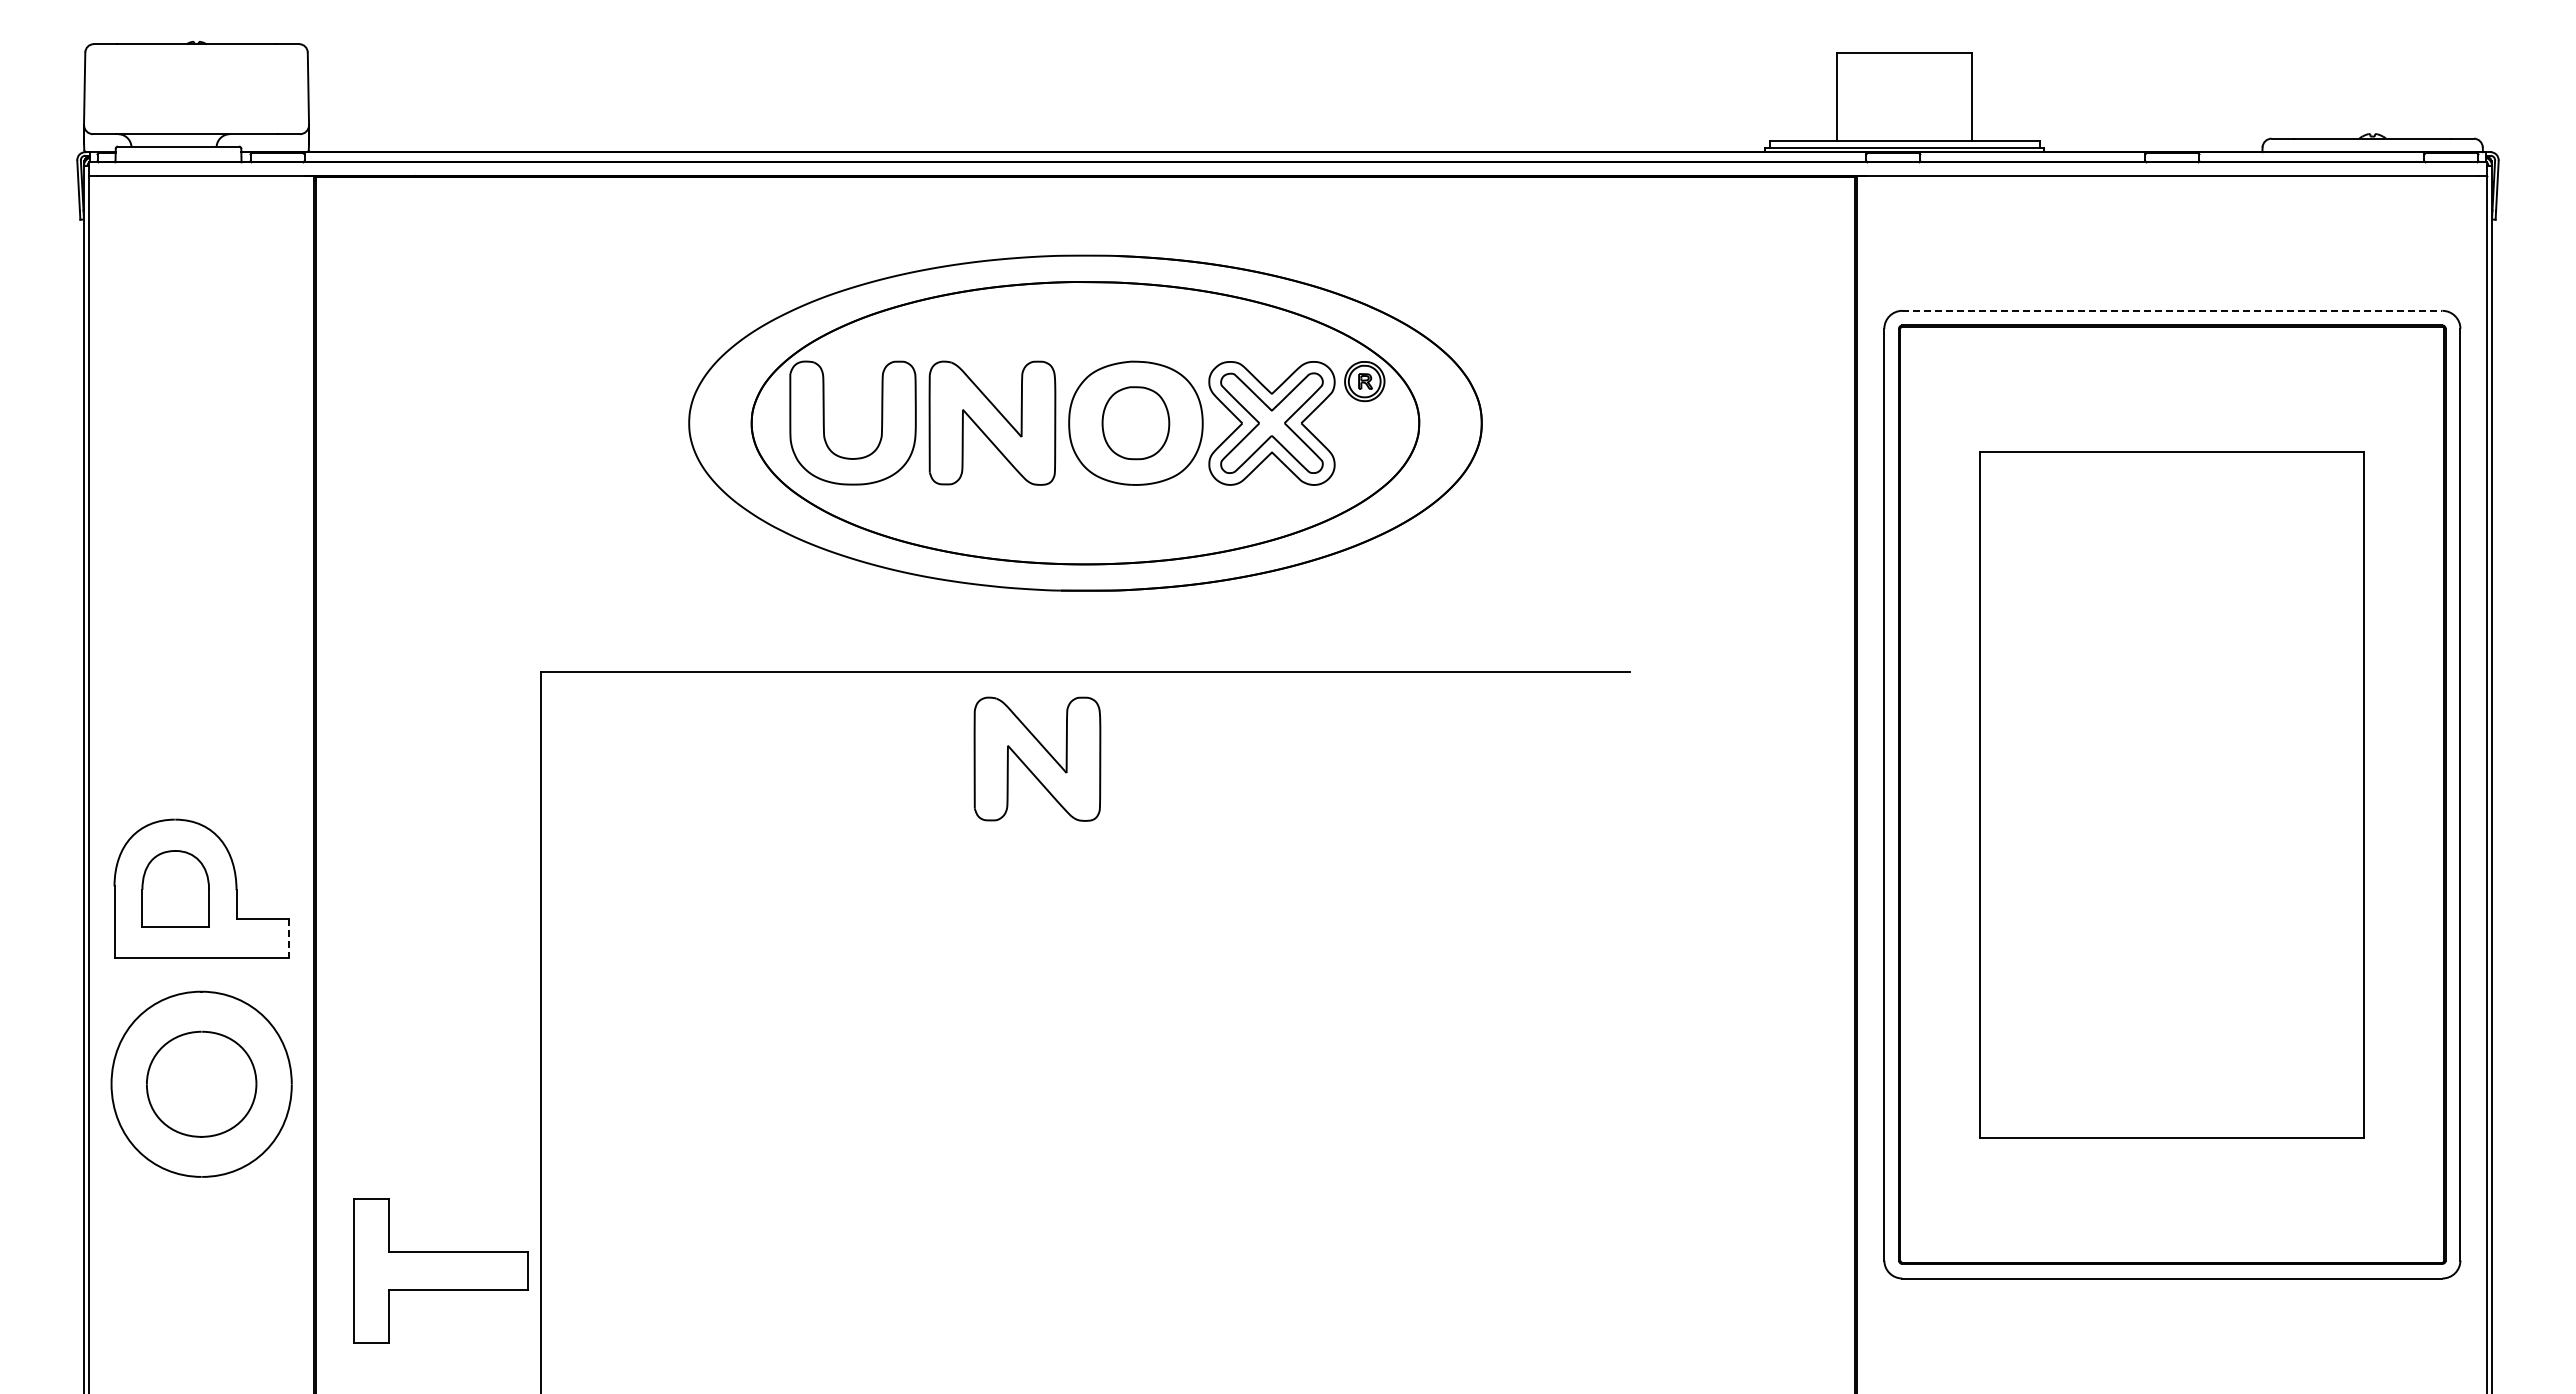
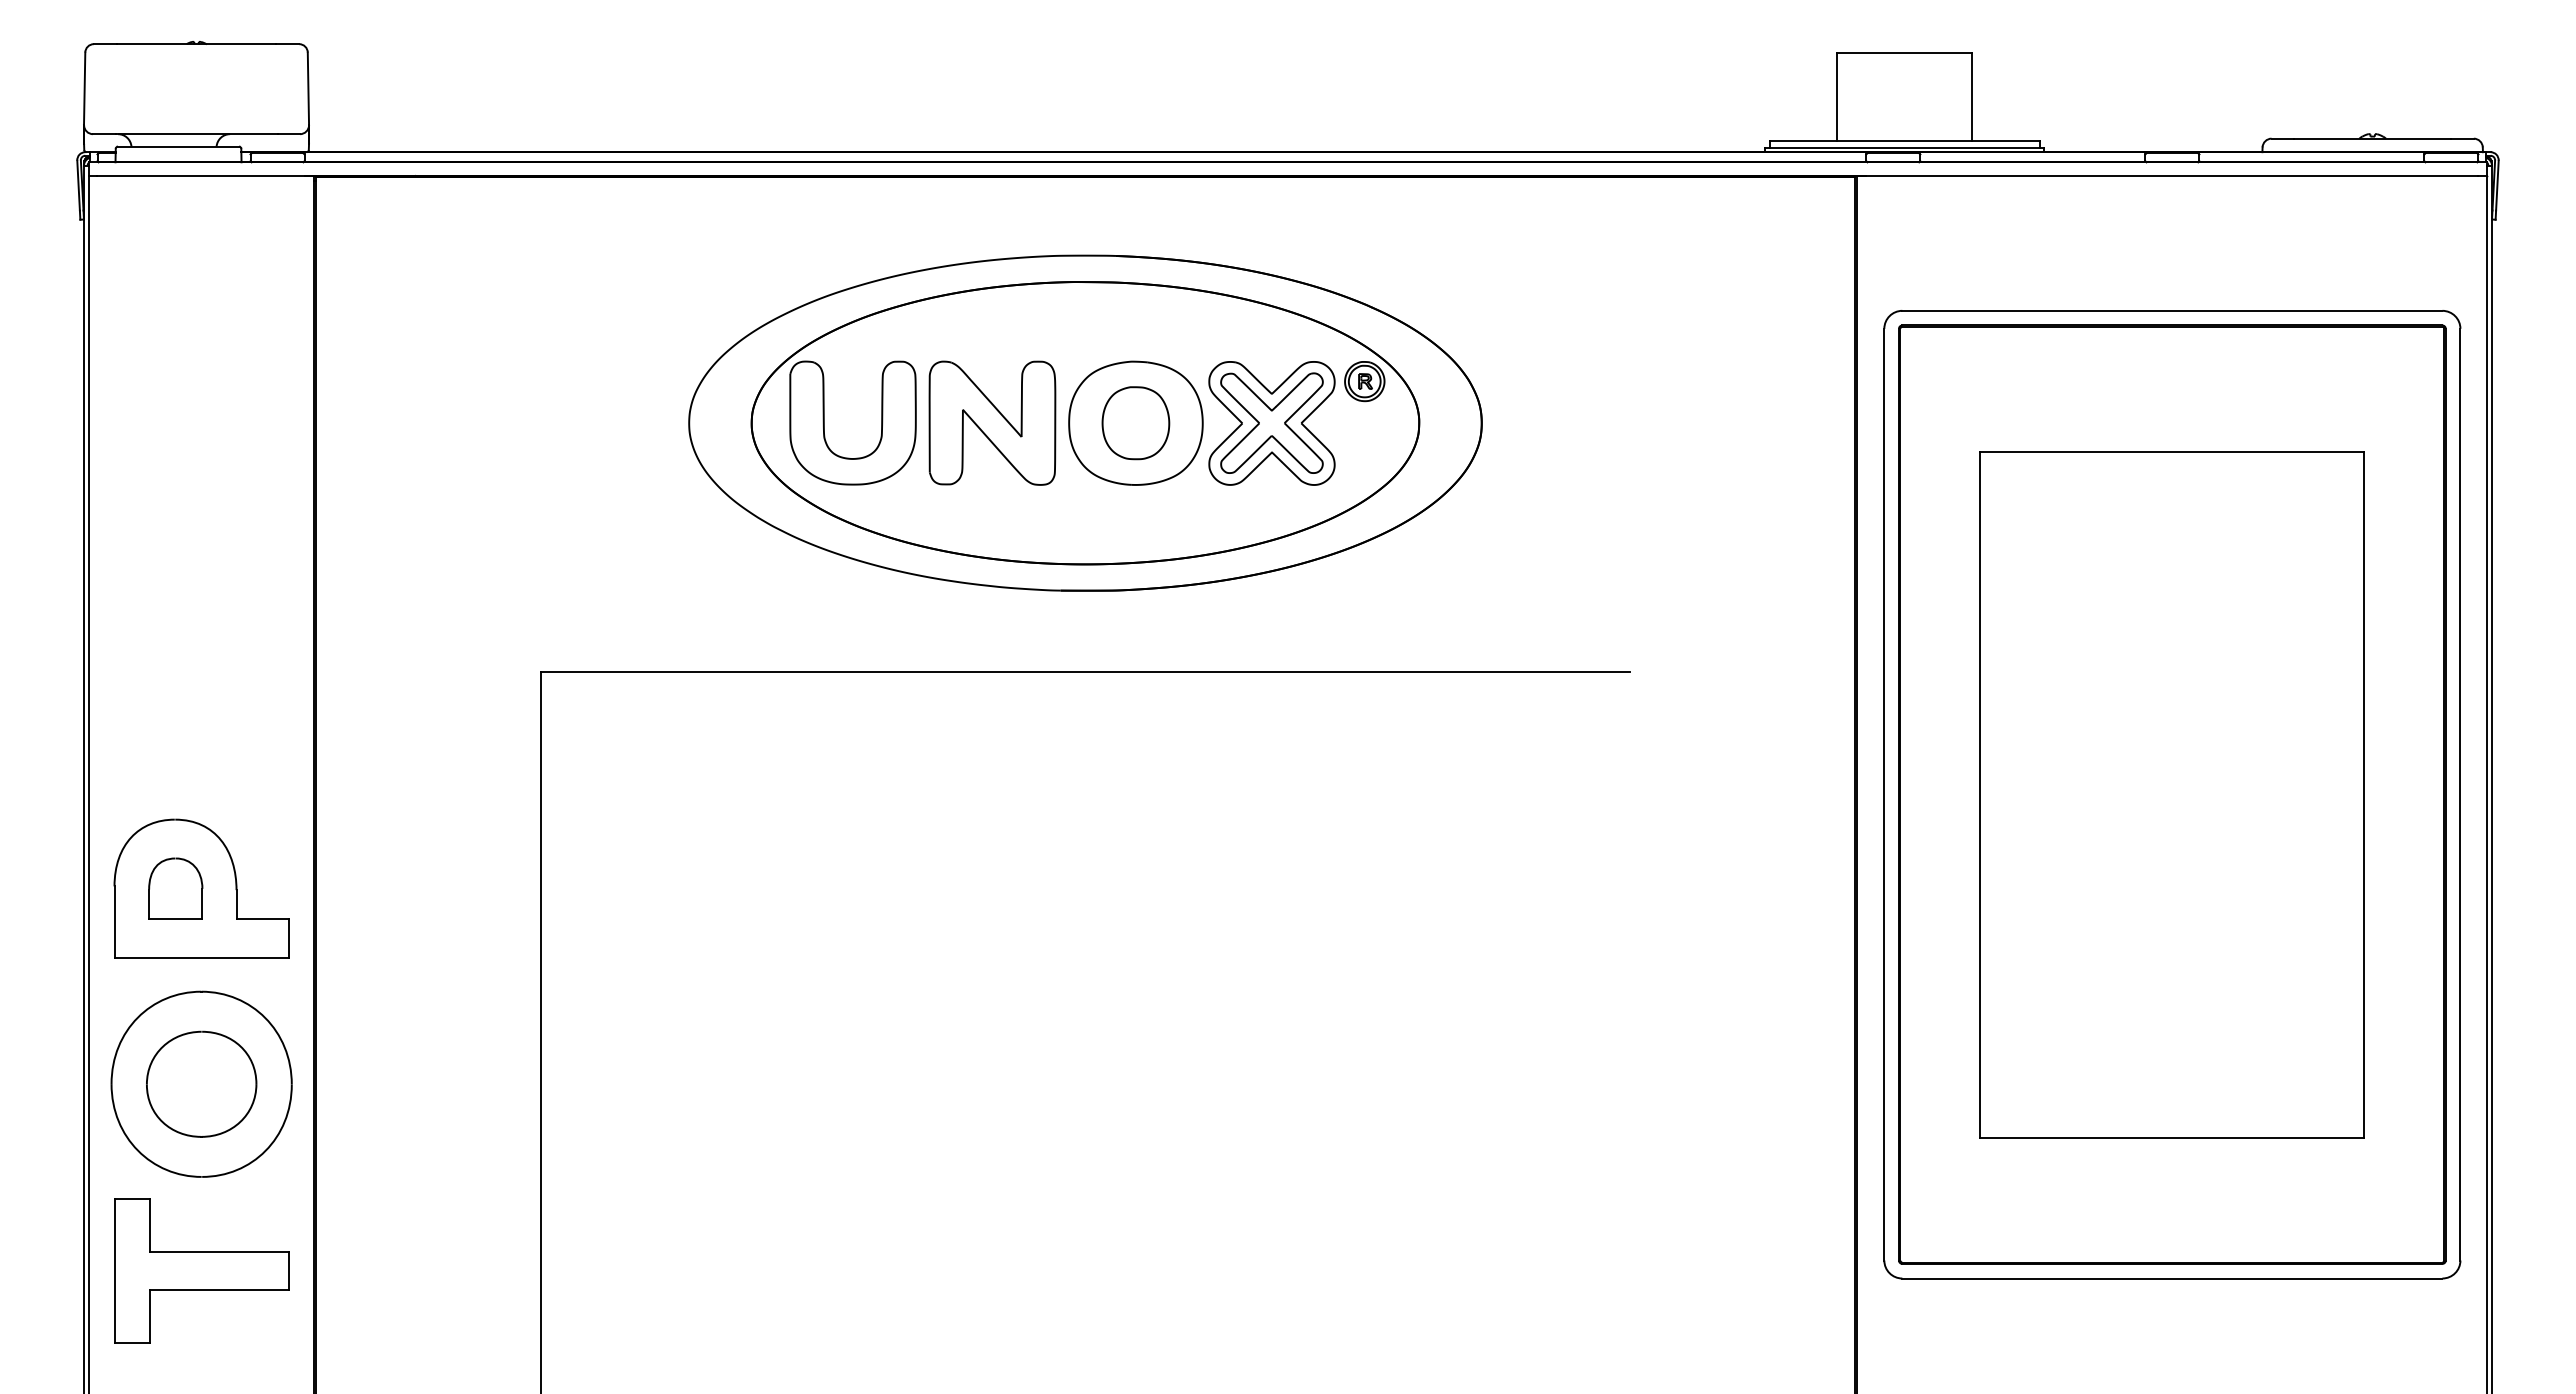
line at (2172, 310): dashed -> solid
part at (1037, 758): present -> none
part at (175, 888) size: 69x78 px -> 56x63 px
line at (288, 938): dashed -> solid
part at (440, 1270) position: (440, 1270) -> (201, 1270)
